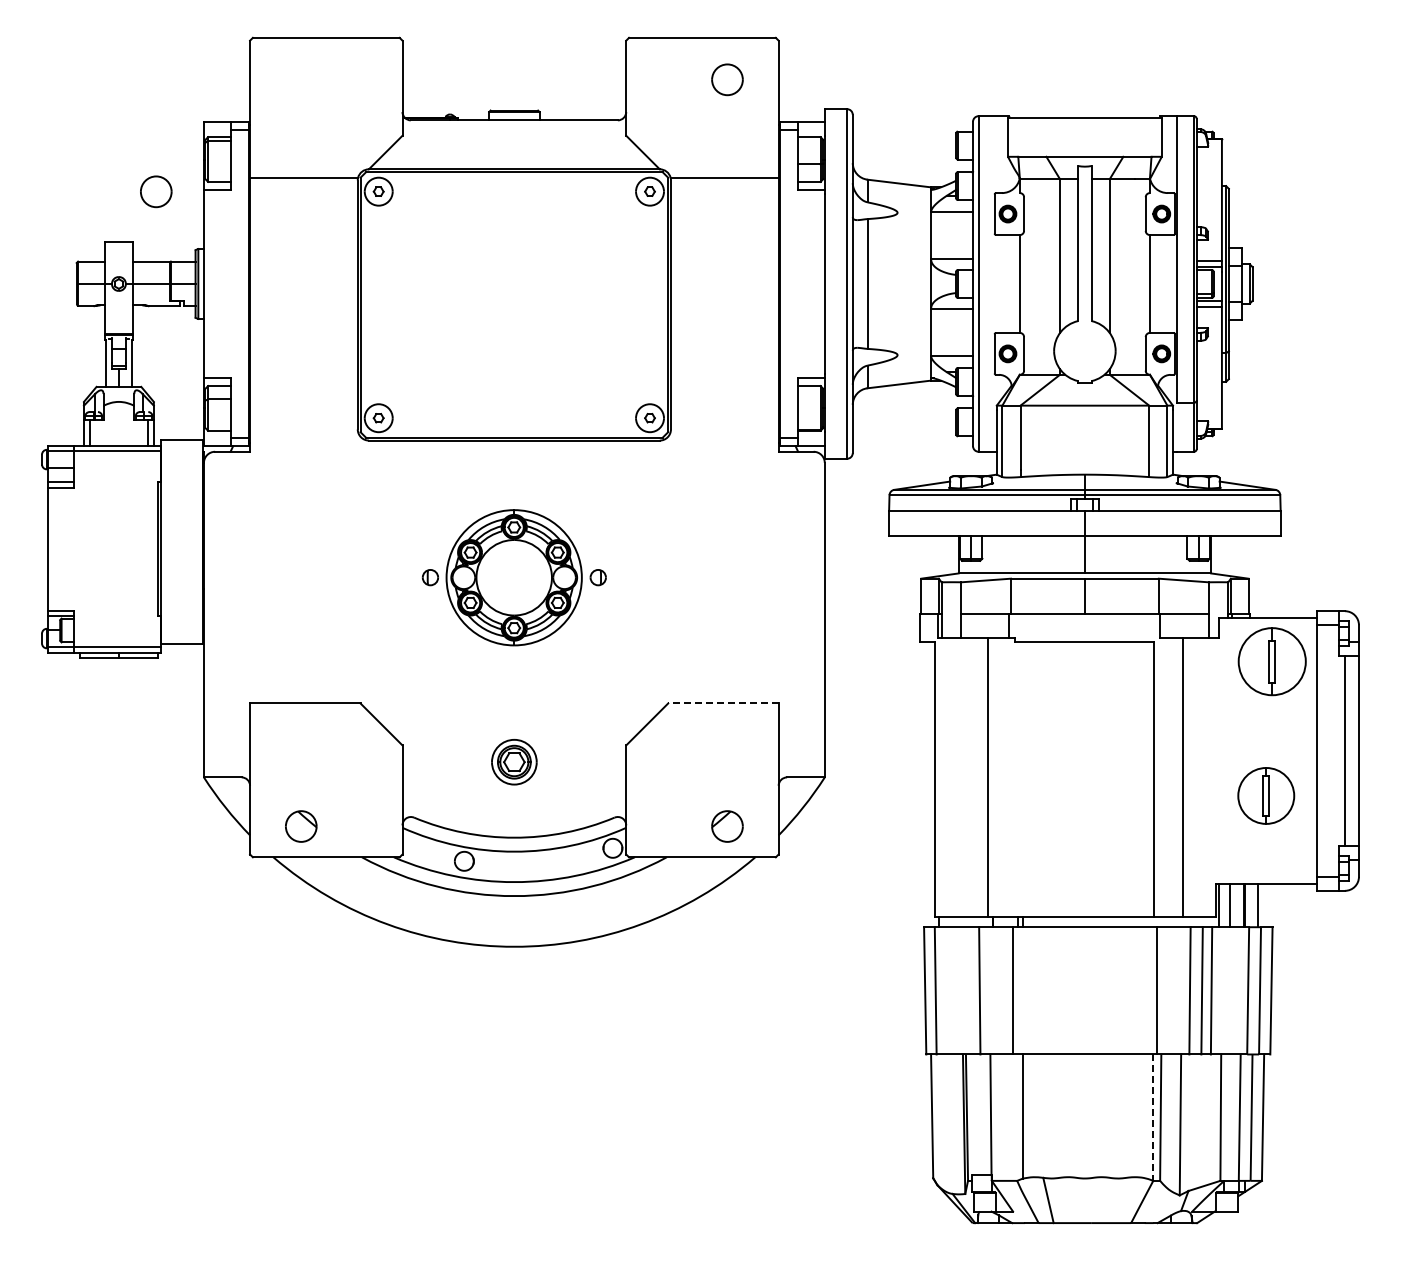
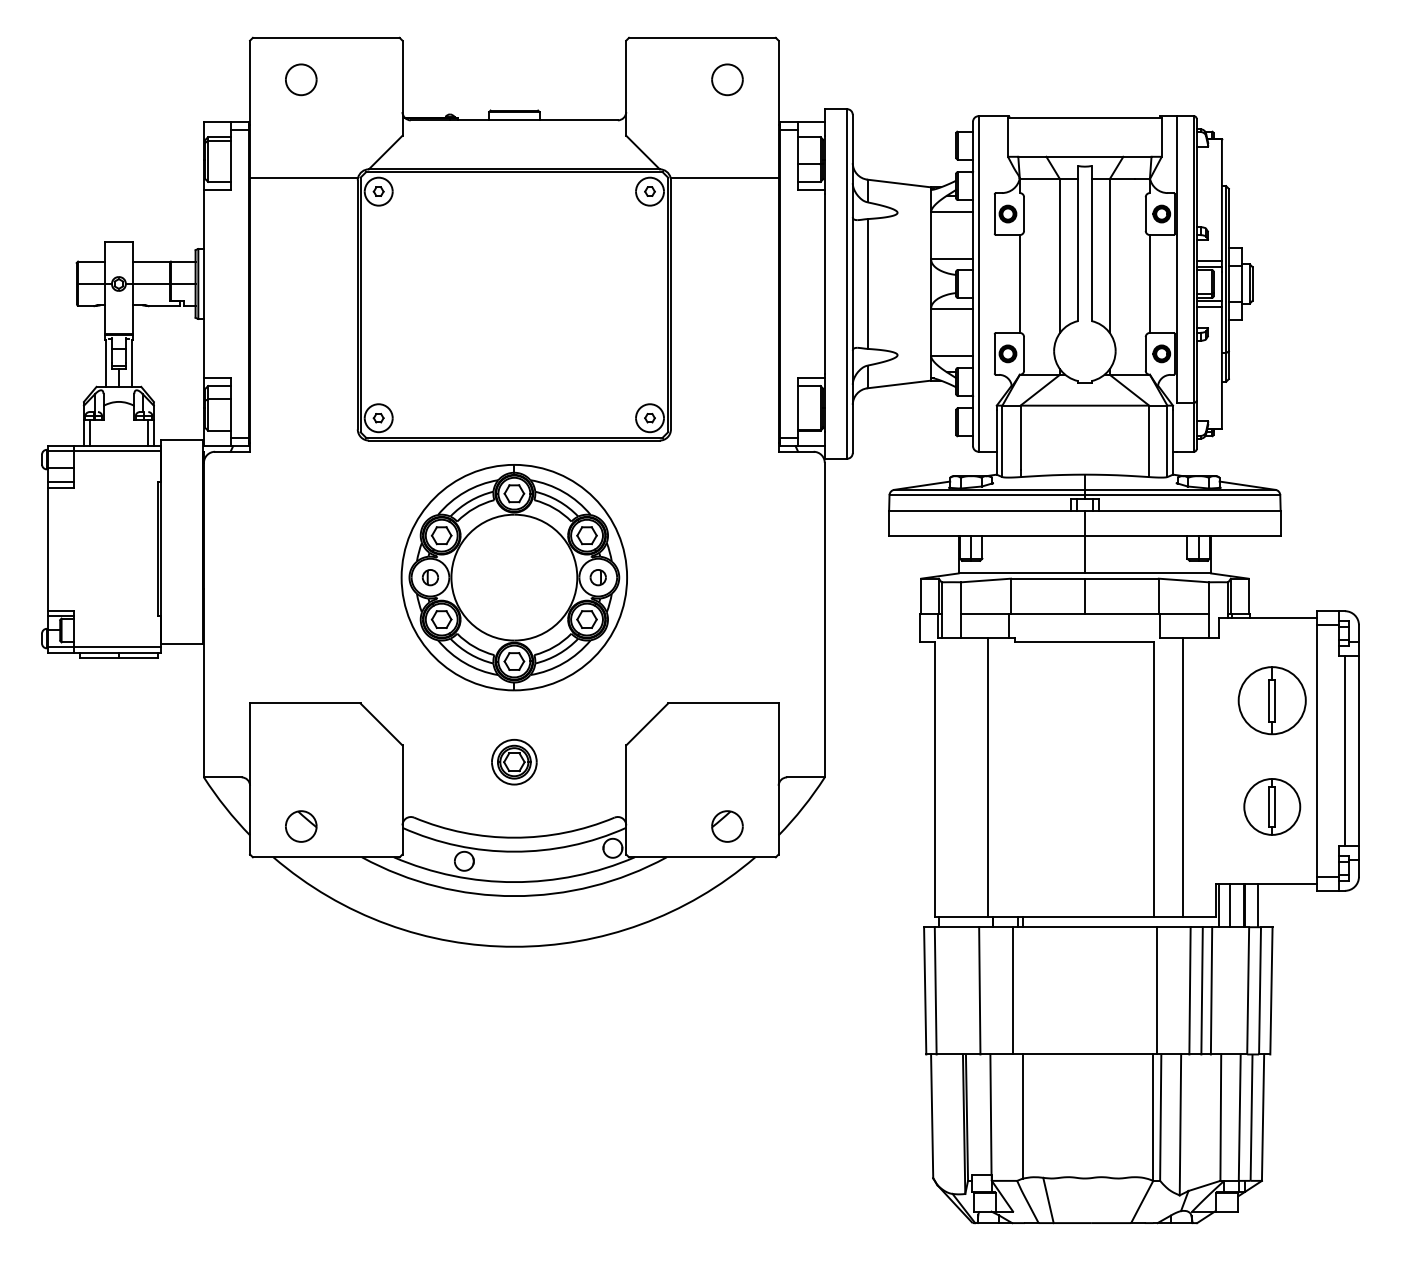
part at (156, 191) position: (156, 191) -> (301, 79)
part at (513, 577) size: 138x138 px -> 228x228 px
part at (1271, 661) position: (1271, 661) -> (1271, 700)
line at (722, 703): dashed -> solid
part at (1266, 795) position: (1266, 795) -> (1272, 806)
line at (1152, 1118): dashed -> solid
